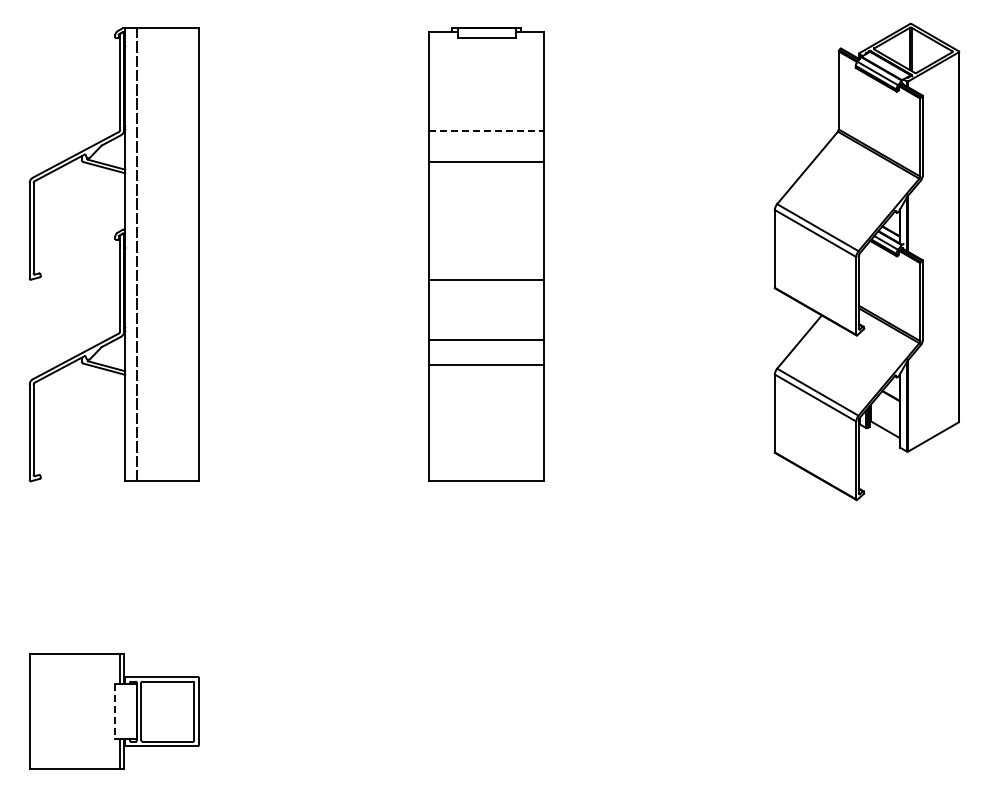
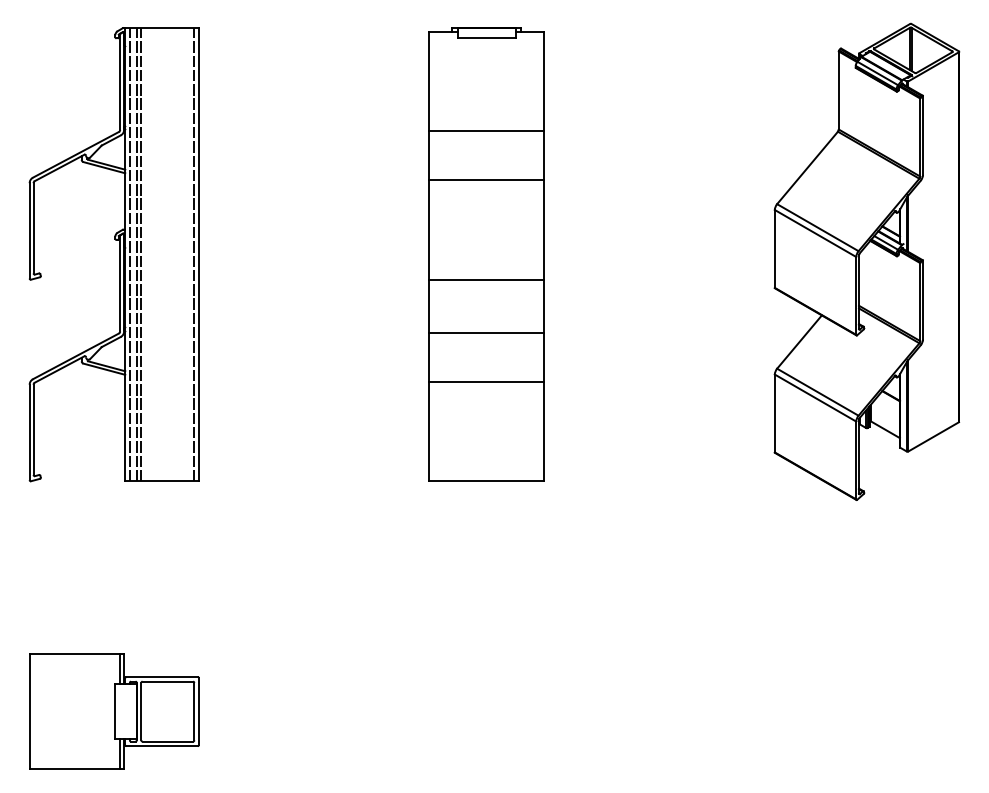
line at (486, 131): dashed -> solid
line at (486, 162) position: (486, 162) -> (486, 180)
line at (129, 254): none -> present
line at (141, 254): none -> present
line at (194, 254): none -> present
line at (486, 339) position: (486, 339) -> (486, 332)
line at (486, 364) position: (486, 364) -> (486, 381)
line at (115, 711): dashed -> solid
